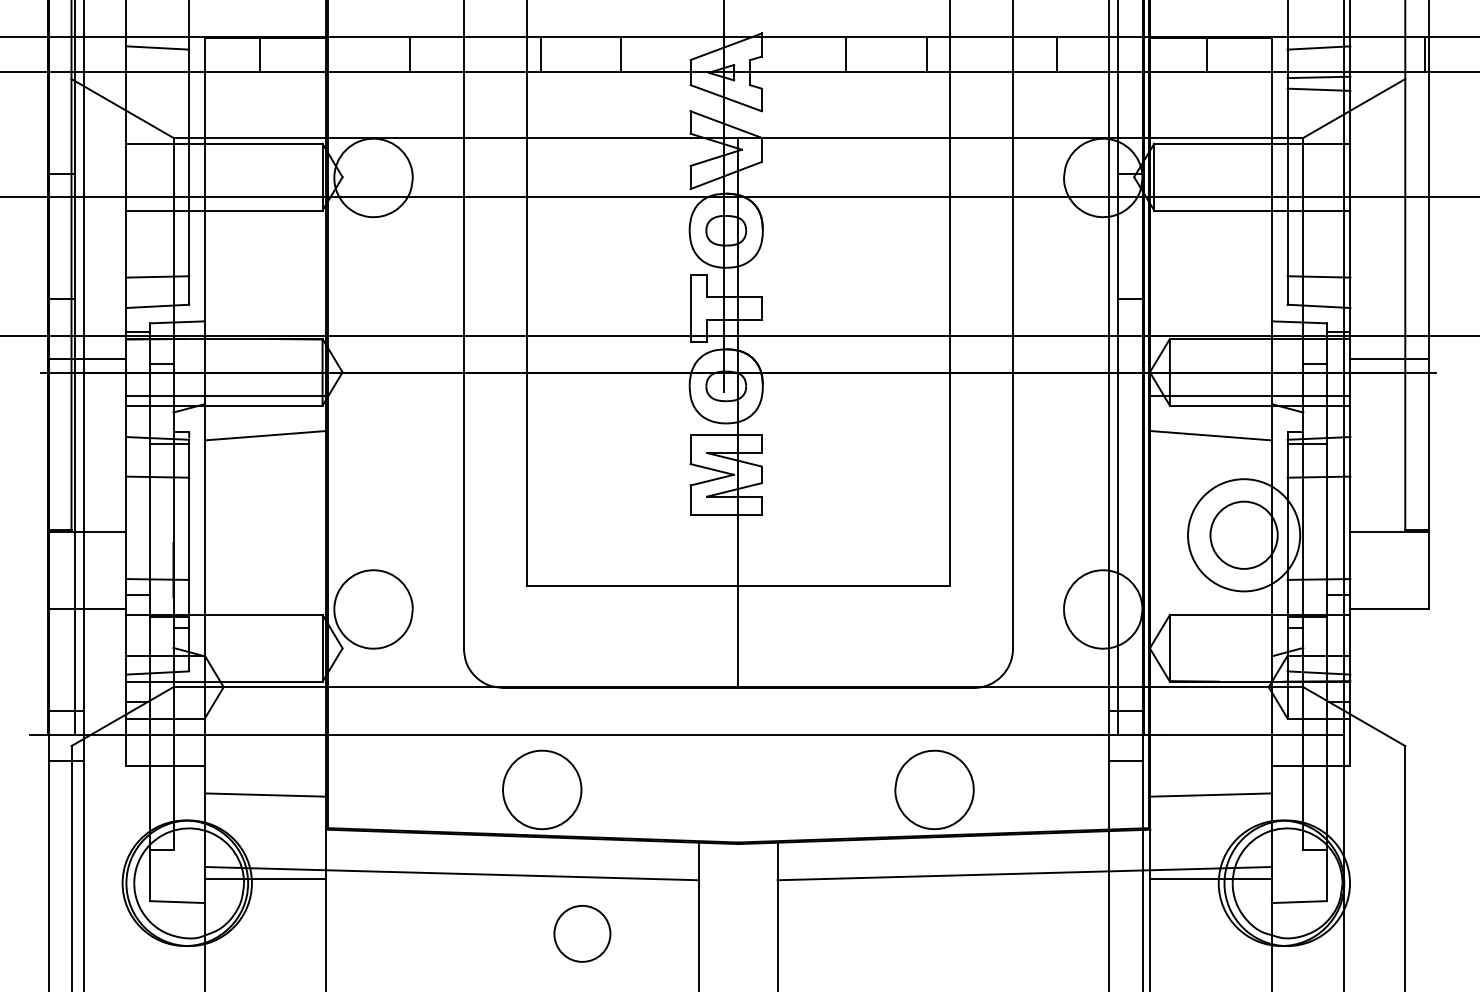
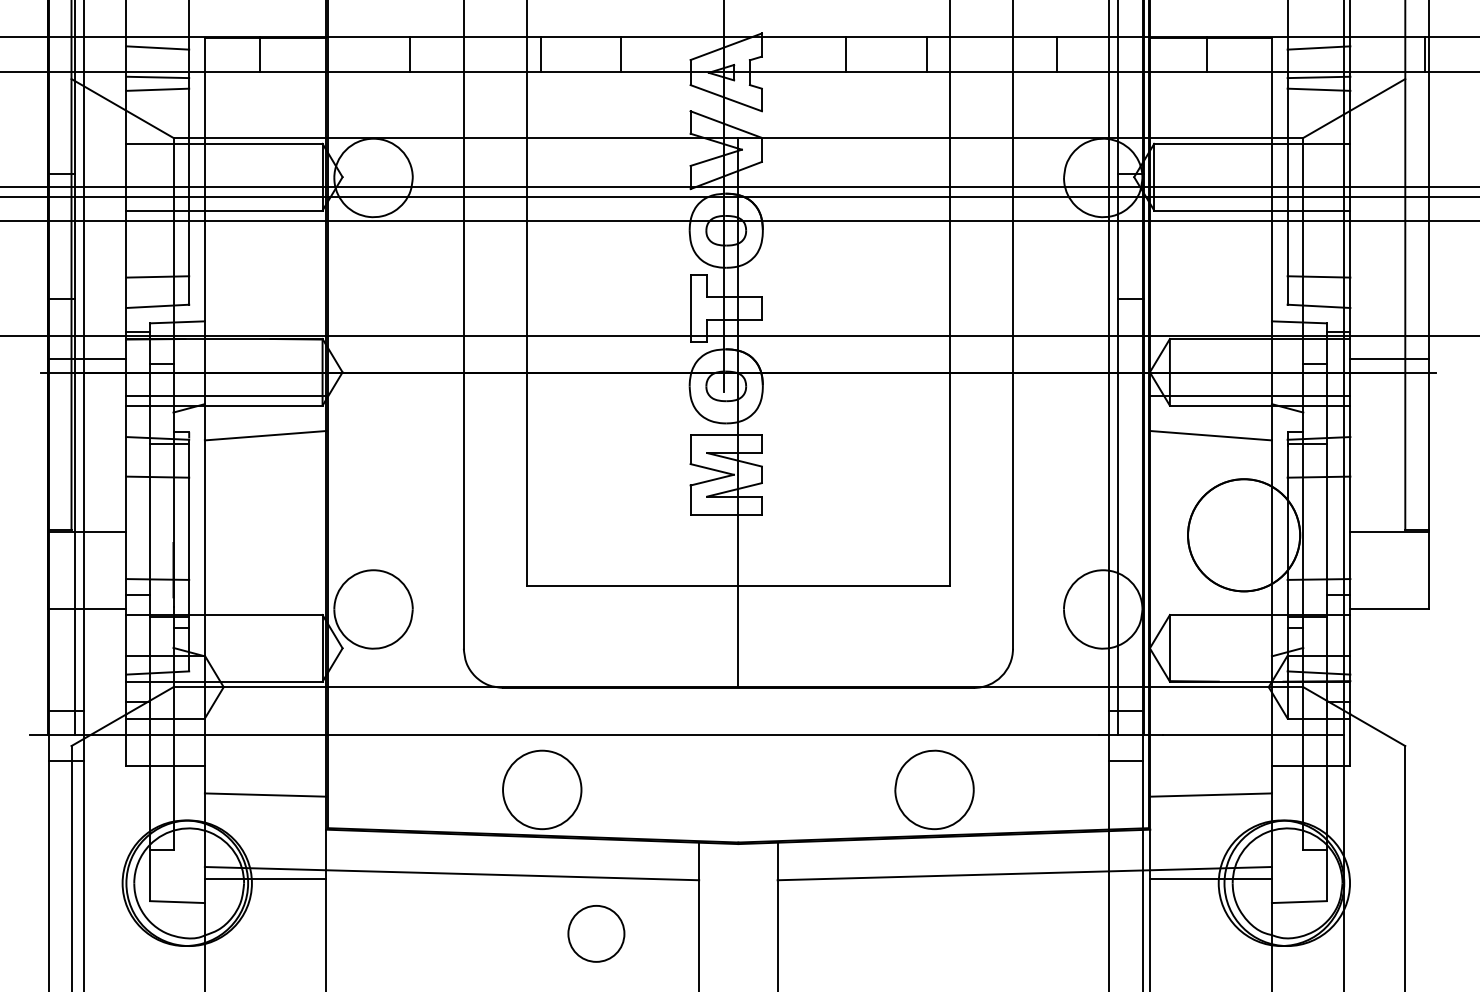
line at (157, 77): none -> present
line at (157, 89): none -> present
line at (739, 186): none -> present
line at (739, 221): none -> present
circle at (1243, 534) diameter: 67 px -> 112 px
circle at (582, 933) position: (582, 933) -> (596, 933)
